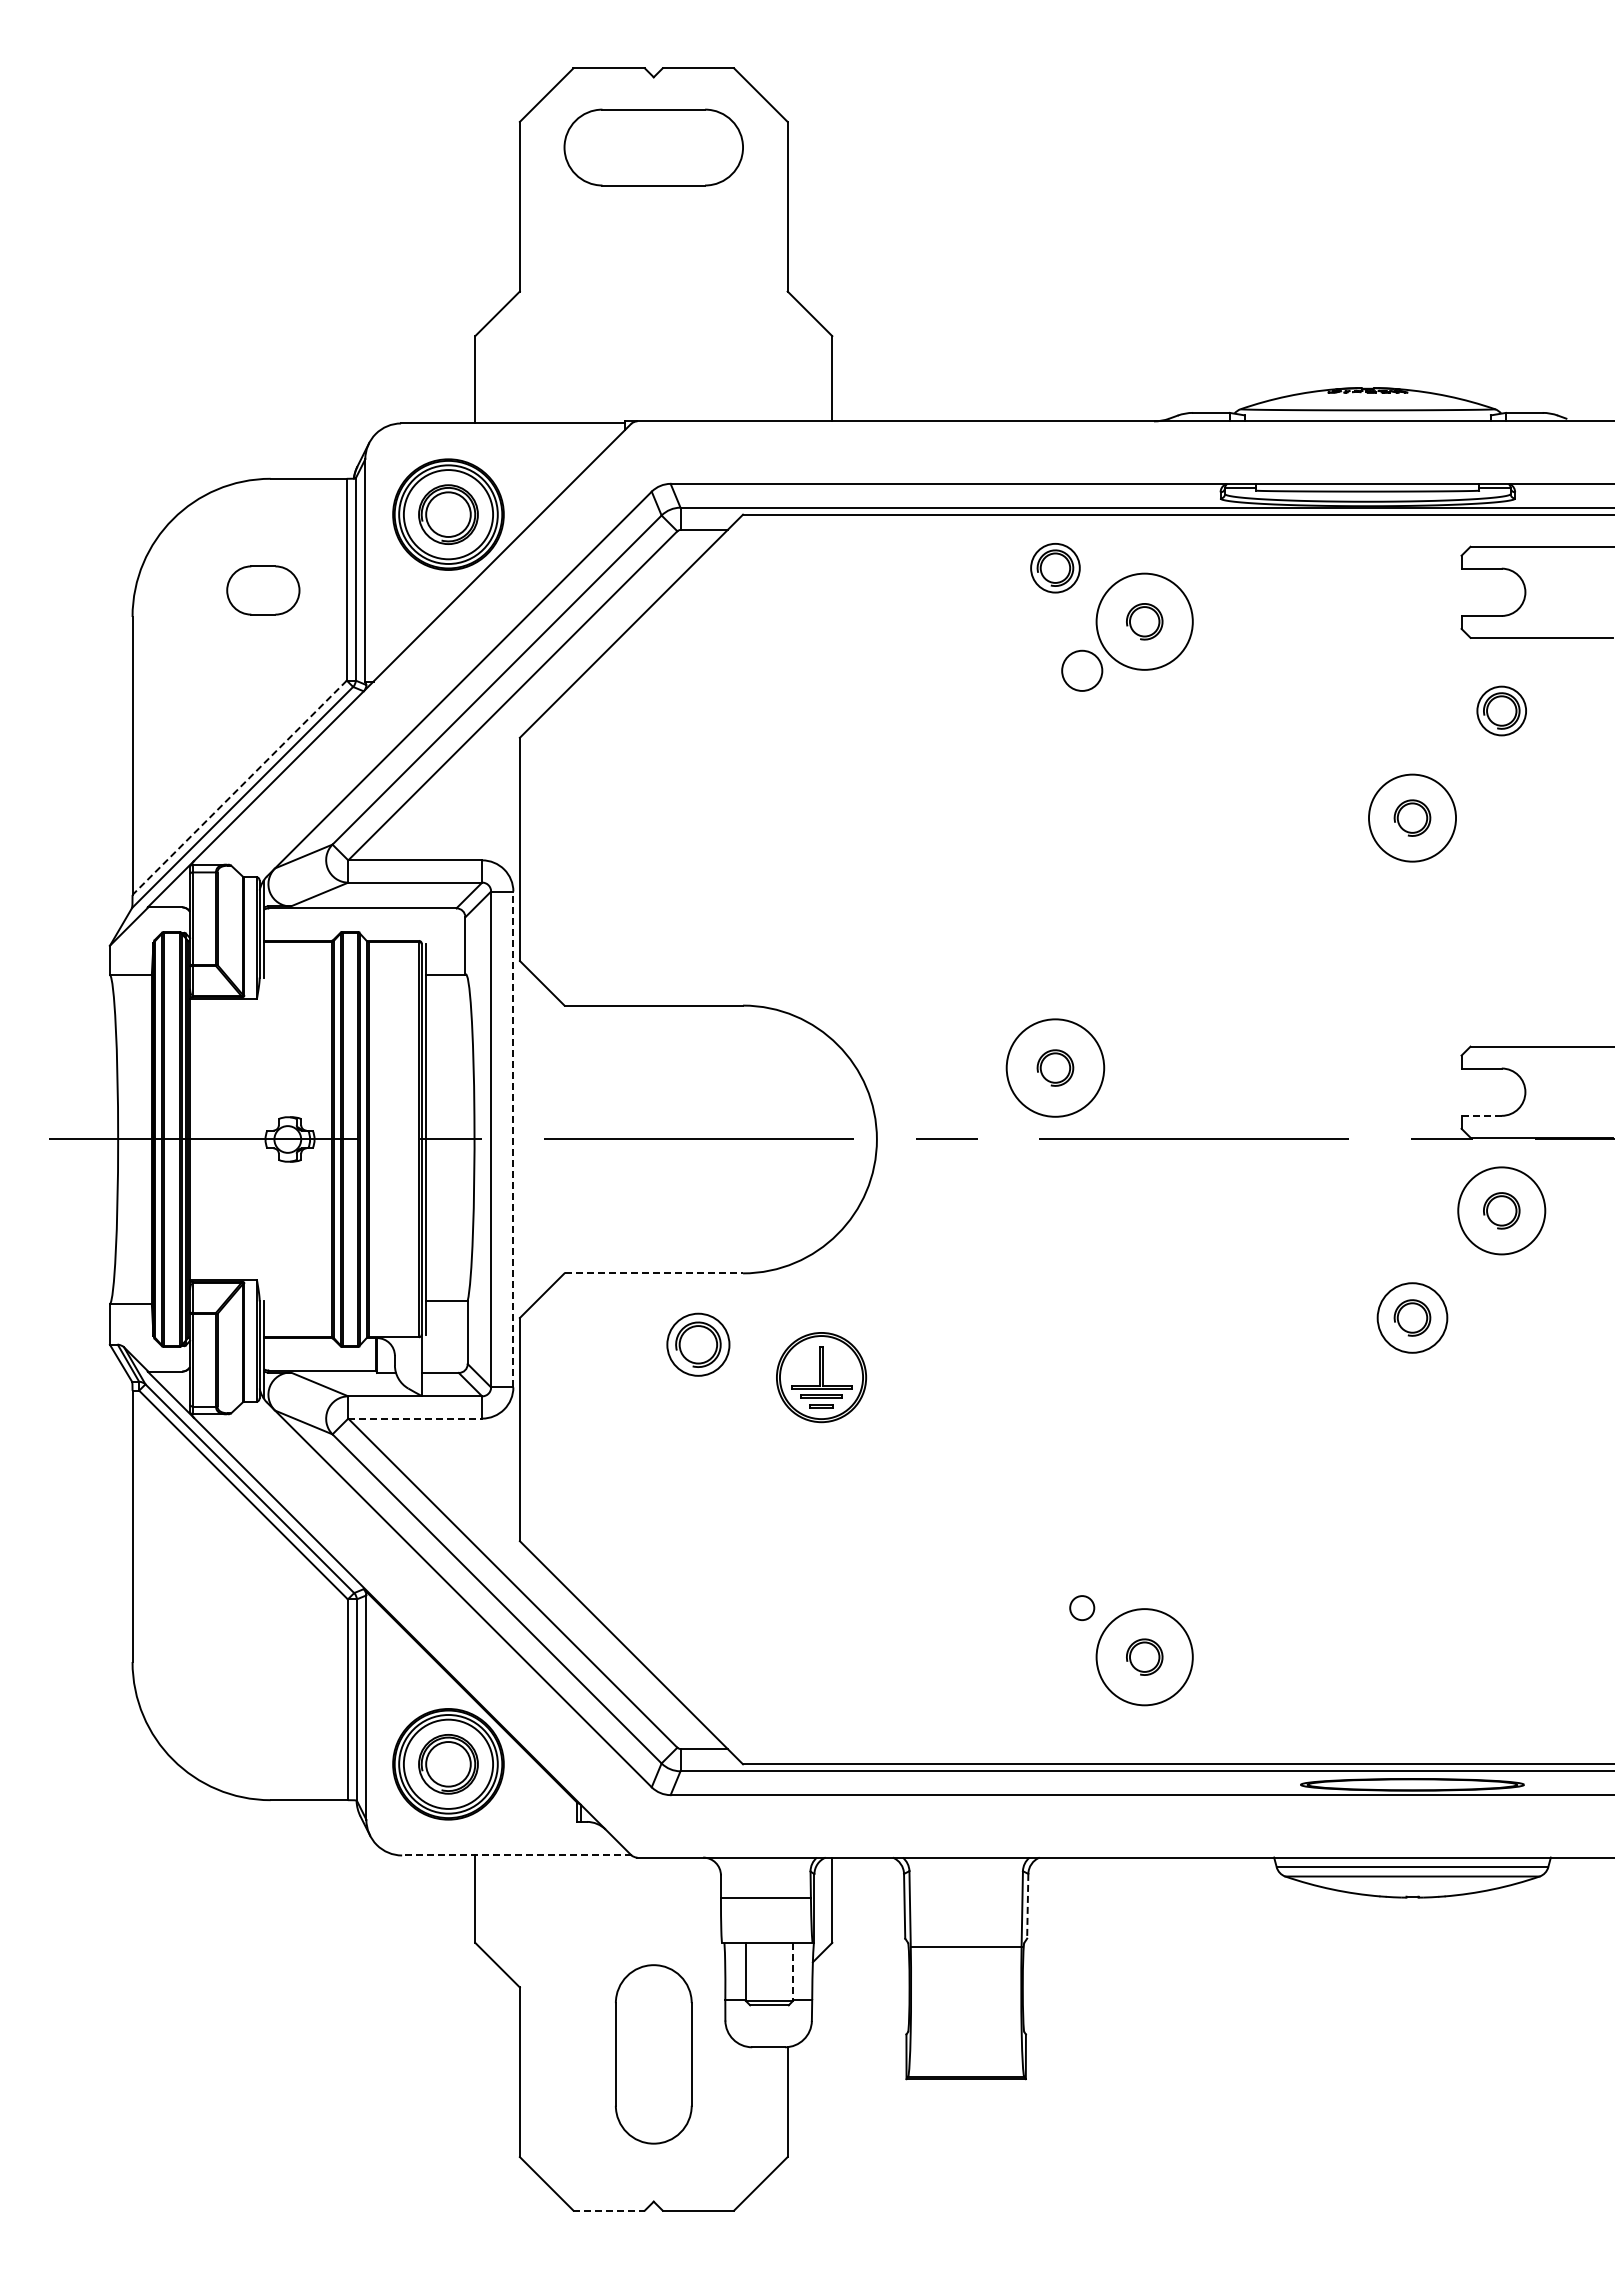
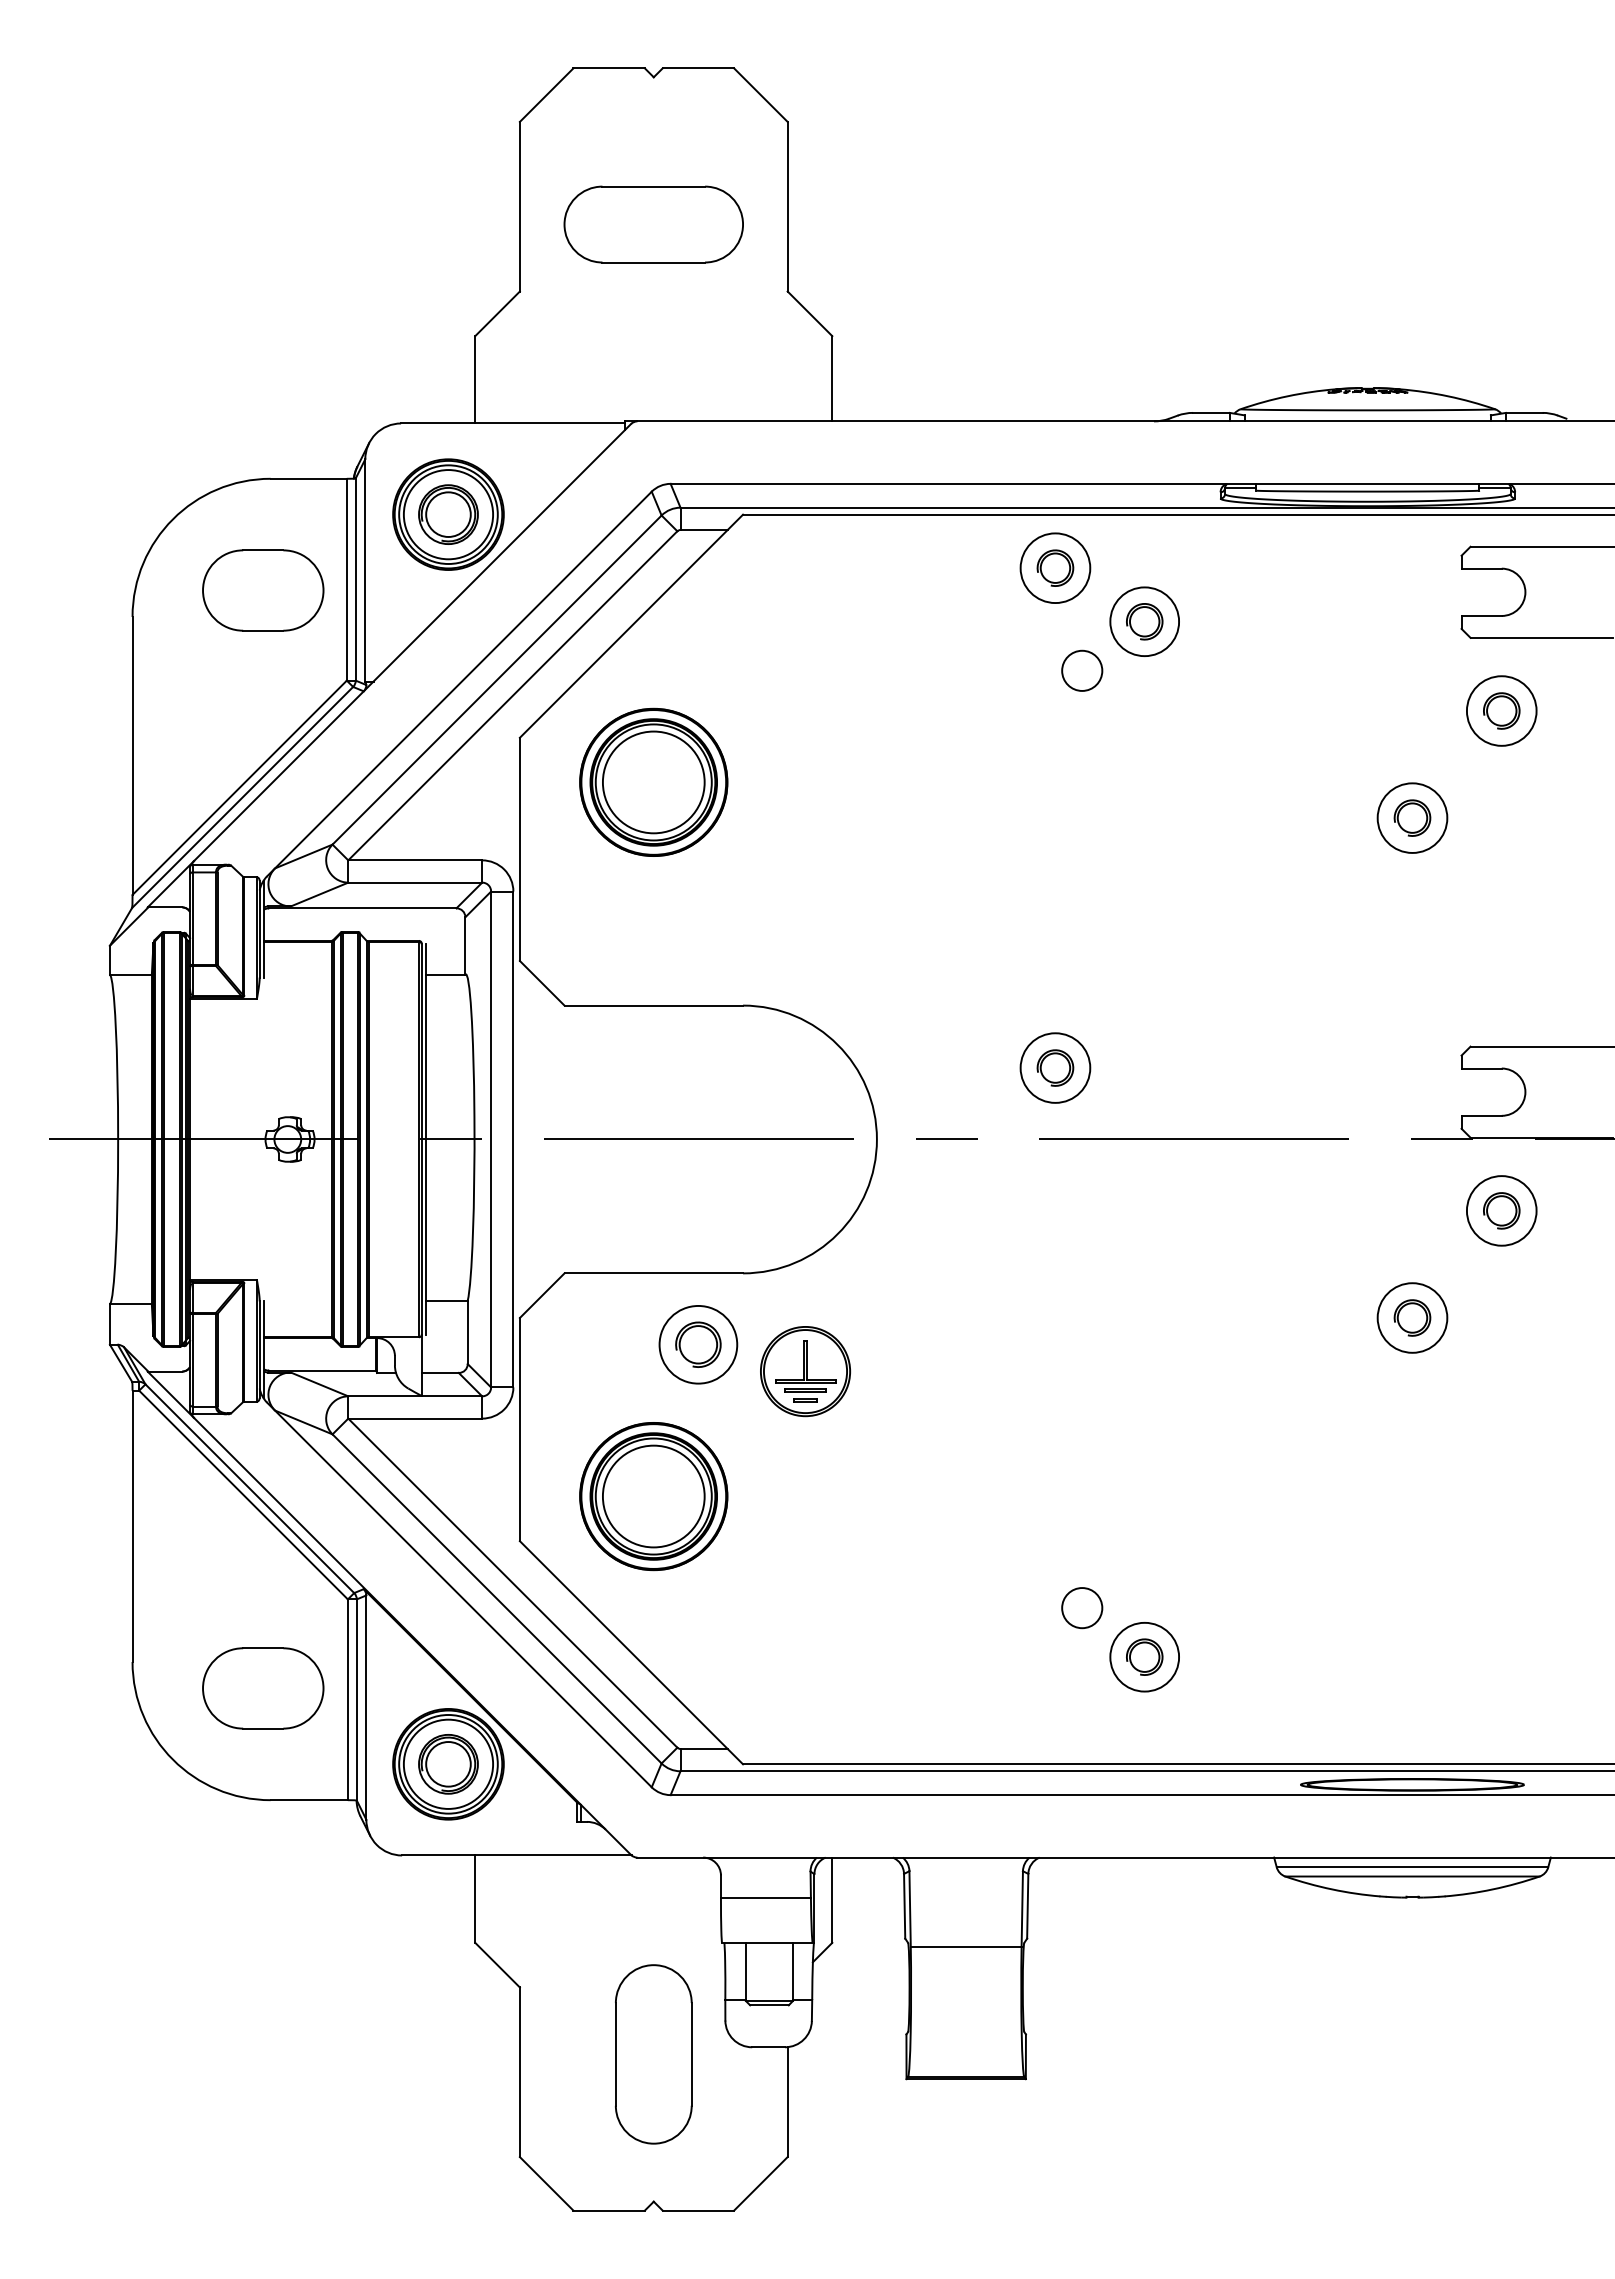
part at (653, 147) position: (653, 147) -> (653, 224)
circle at (1055, 567) diameter: 49 px -> 70 px
part at (263, 590) size: 75x51 px -> 123x83 px
circle at (1144, 621) diameter: 96 px -> 69 px
circle at (1501, 710) diameter: 49 px -> 70 px
part at (653, 781): none -> present
line at (239, 787): dashed -> solid
circle at (1412, 817) diameter: 87 px -> 70 px
circle at (1055, 1067) diameter: 97 px -> 70 px
line at (1482, 1115): dashed -> solid
line at (513, 1139): dashed -> solid
circle at (1501, 1210) diameter: 87 px -> 70 px
line at (654, 1273): dashed -> solid
circle at (698, 1344) diameter: 62 px -> 78 px
part at (821, 1377) position: (821, 1377) -> (805, 1371)
line at (415, 1418): dashed -> solid
part at (653, 1496): none -> present
circle at (1082, 1608) diameter: 24 px -> 40 px
circle at (1144, 1657) diameter: 96 px -> 69 px
part at (263, 1688): none -> present
line at (516, 1855): dashed -> solid
line at (1027, 1906): dashed -> solid
line at (793, 1972): dashed -> solid
line at (609, 2210): dashed -> solid
